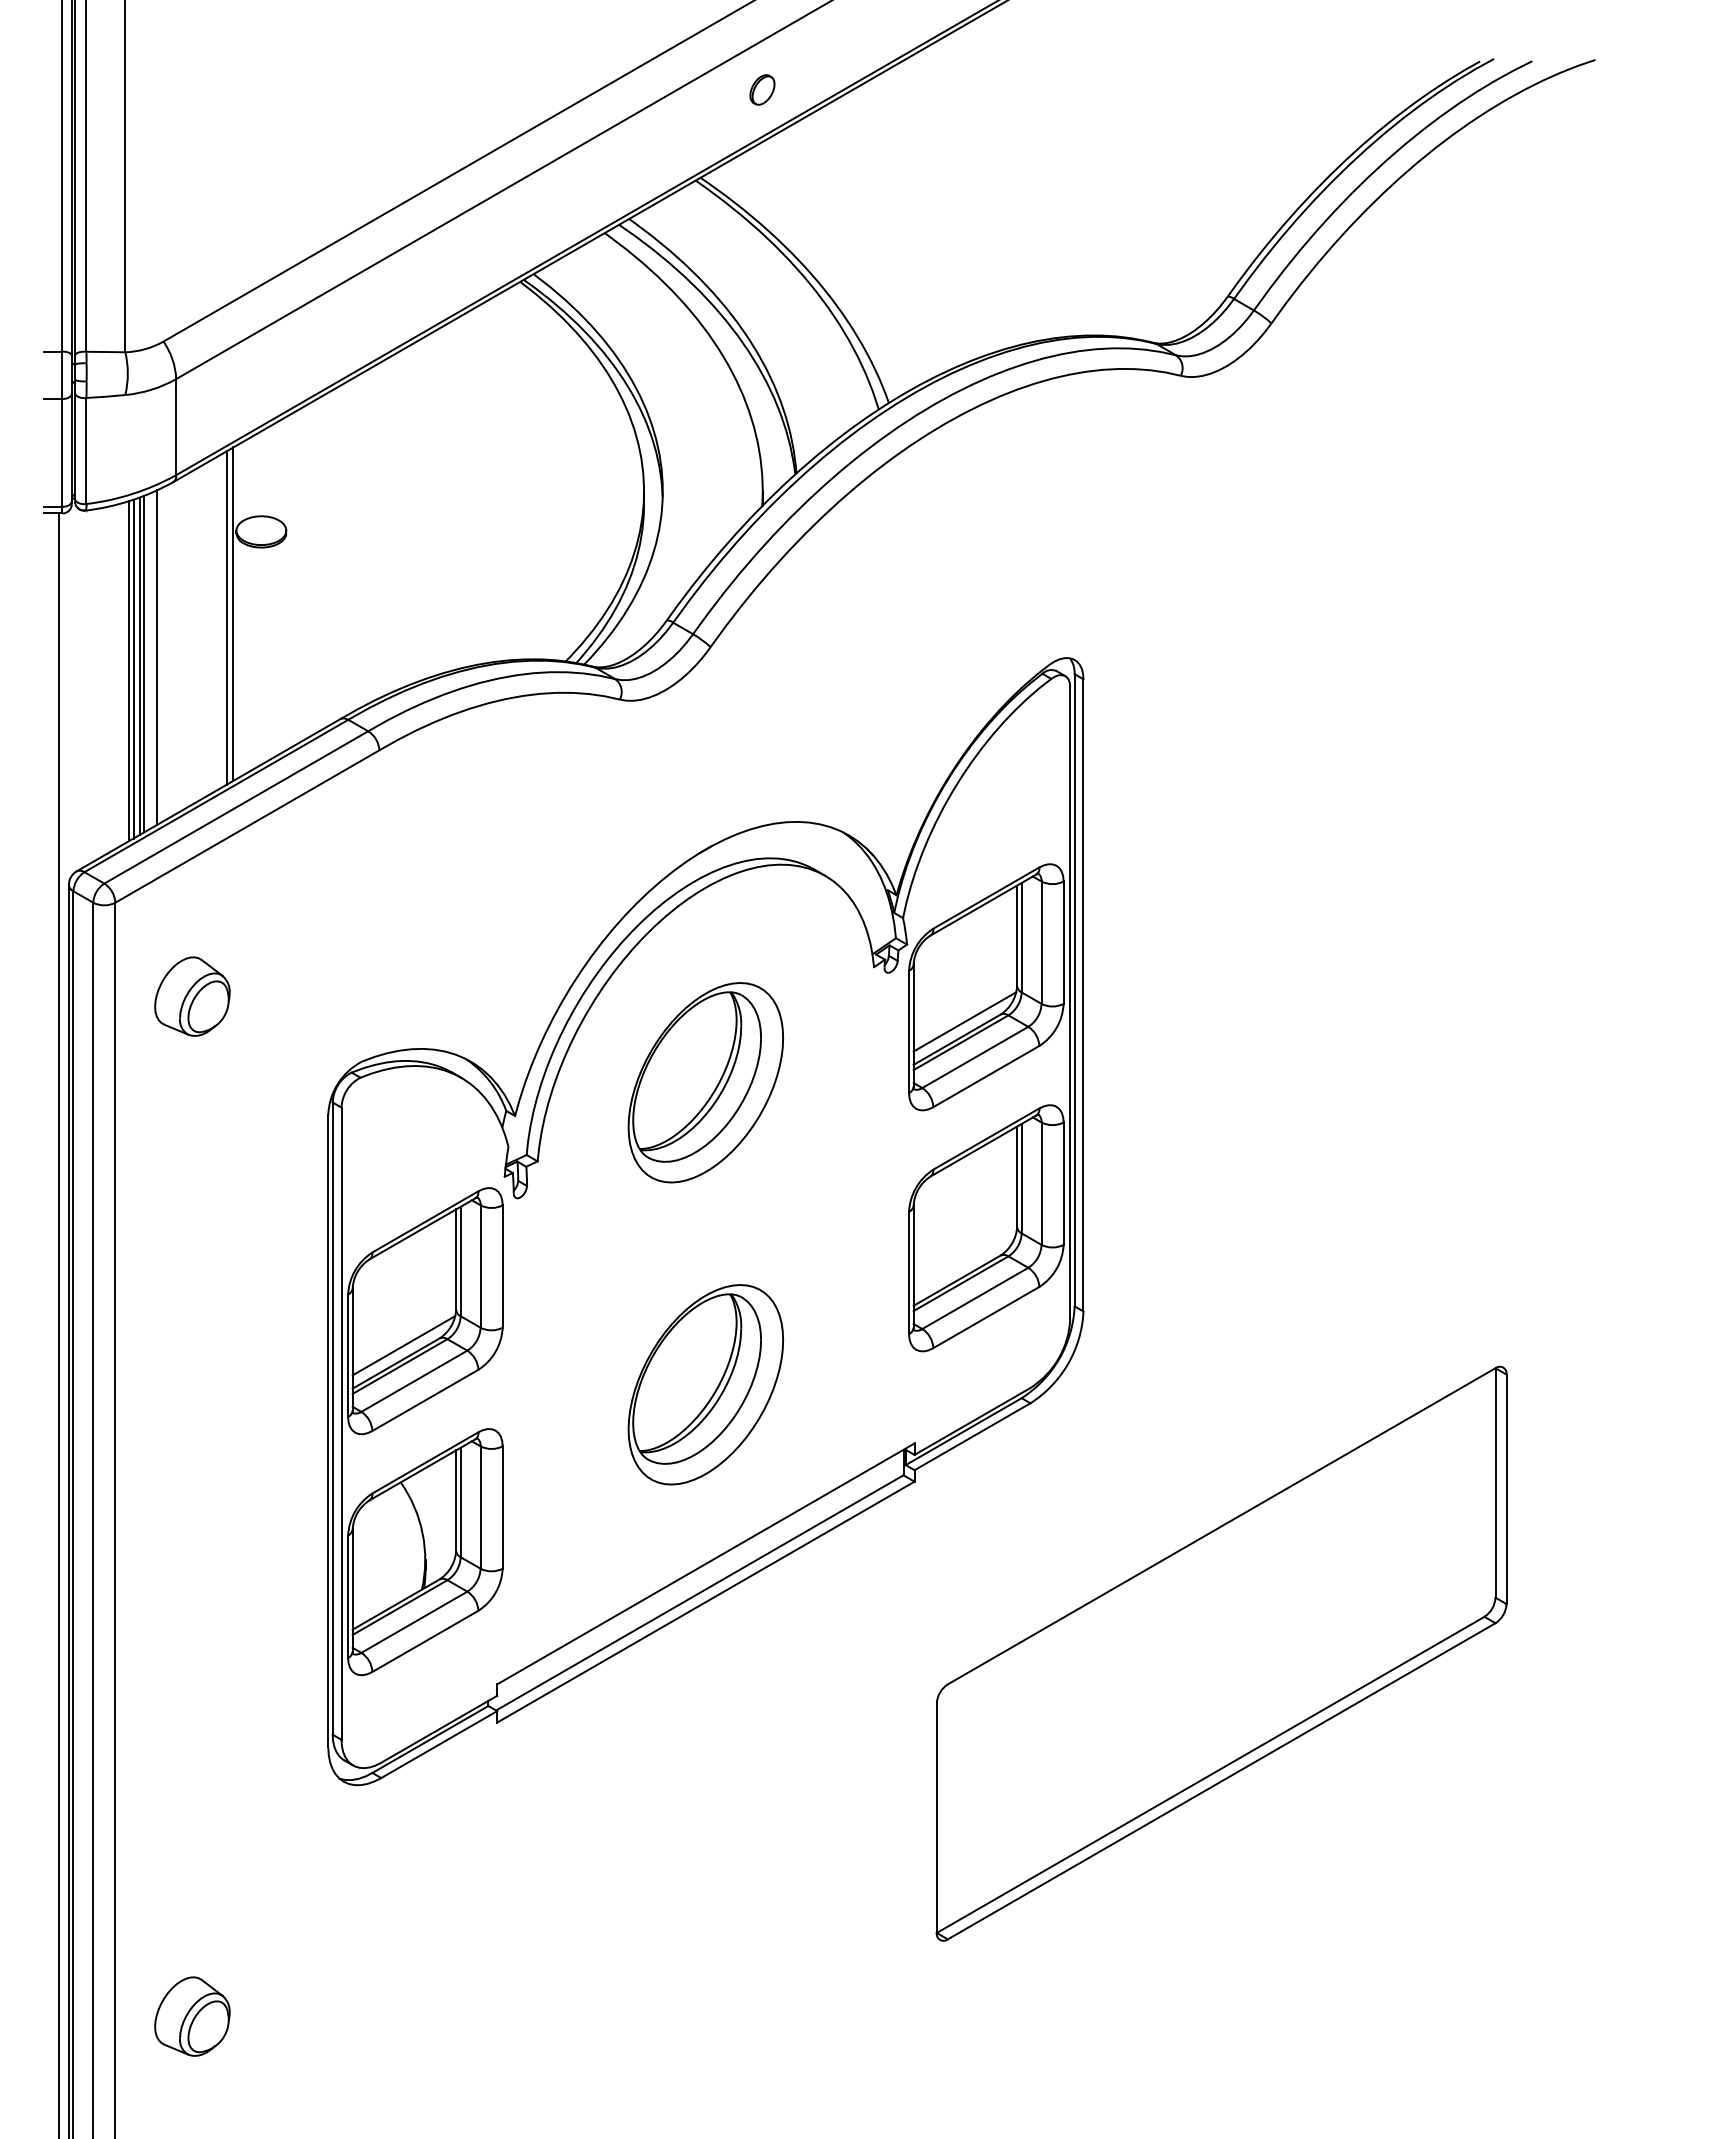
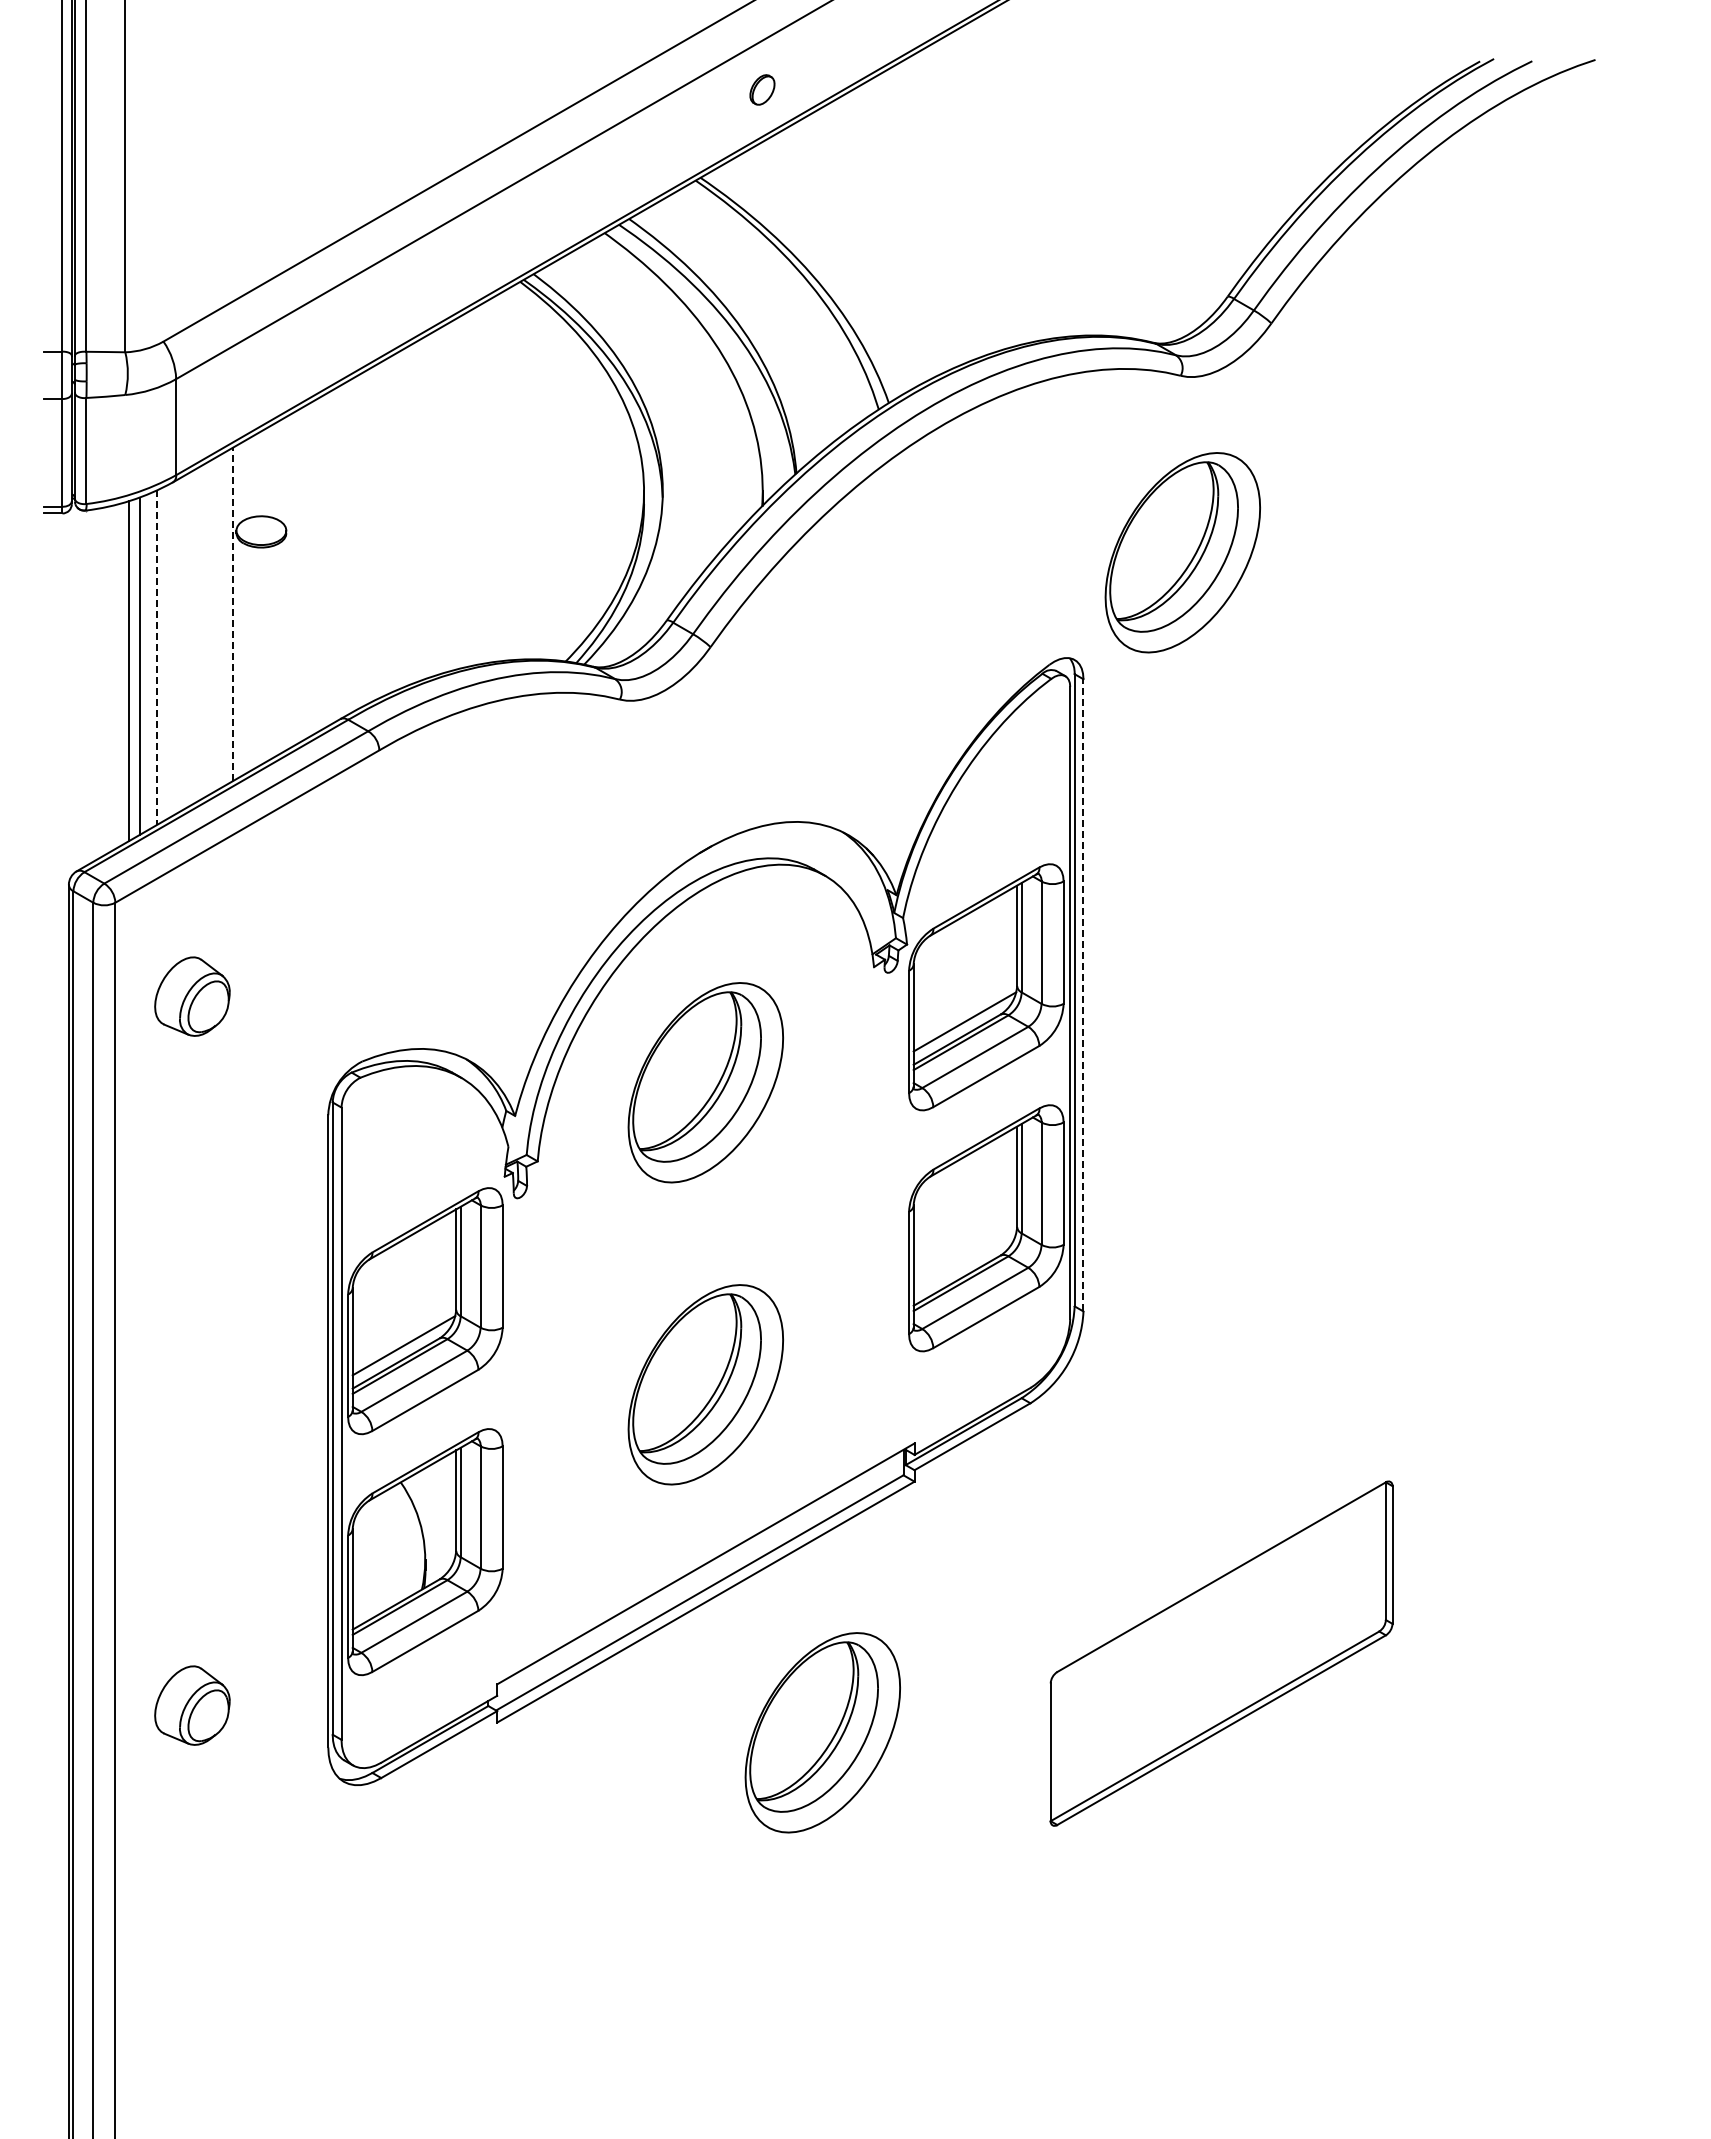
part at (1182, 552): none -> present
line at (233, 614): solid -> dashed
line at (226, 617): present -> none
line at (157, 658): solid -> dashed
line at (144, 663): present -> none
line at (133, 668): present -> none
line at (1083, 994): solid -> dashed
line at (59, 1324): present -> none
part at (1221, 1653) size: 573x577 px -> 345x347 px
part at (822, 1732): none -> present
part at (192, 2016) position: (192, 2016) -> (192, 1705)
